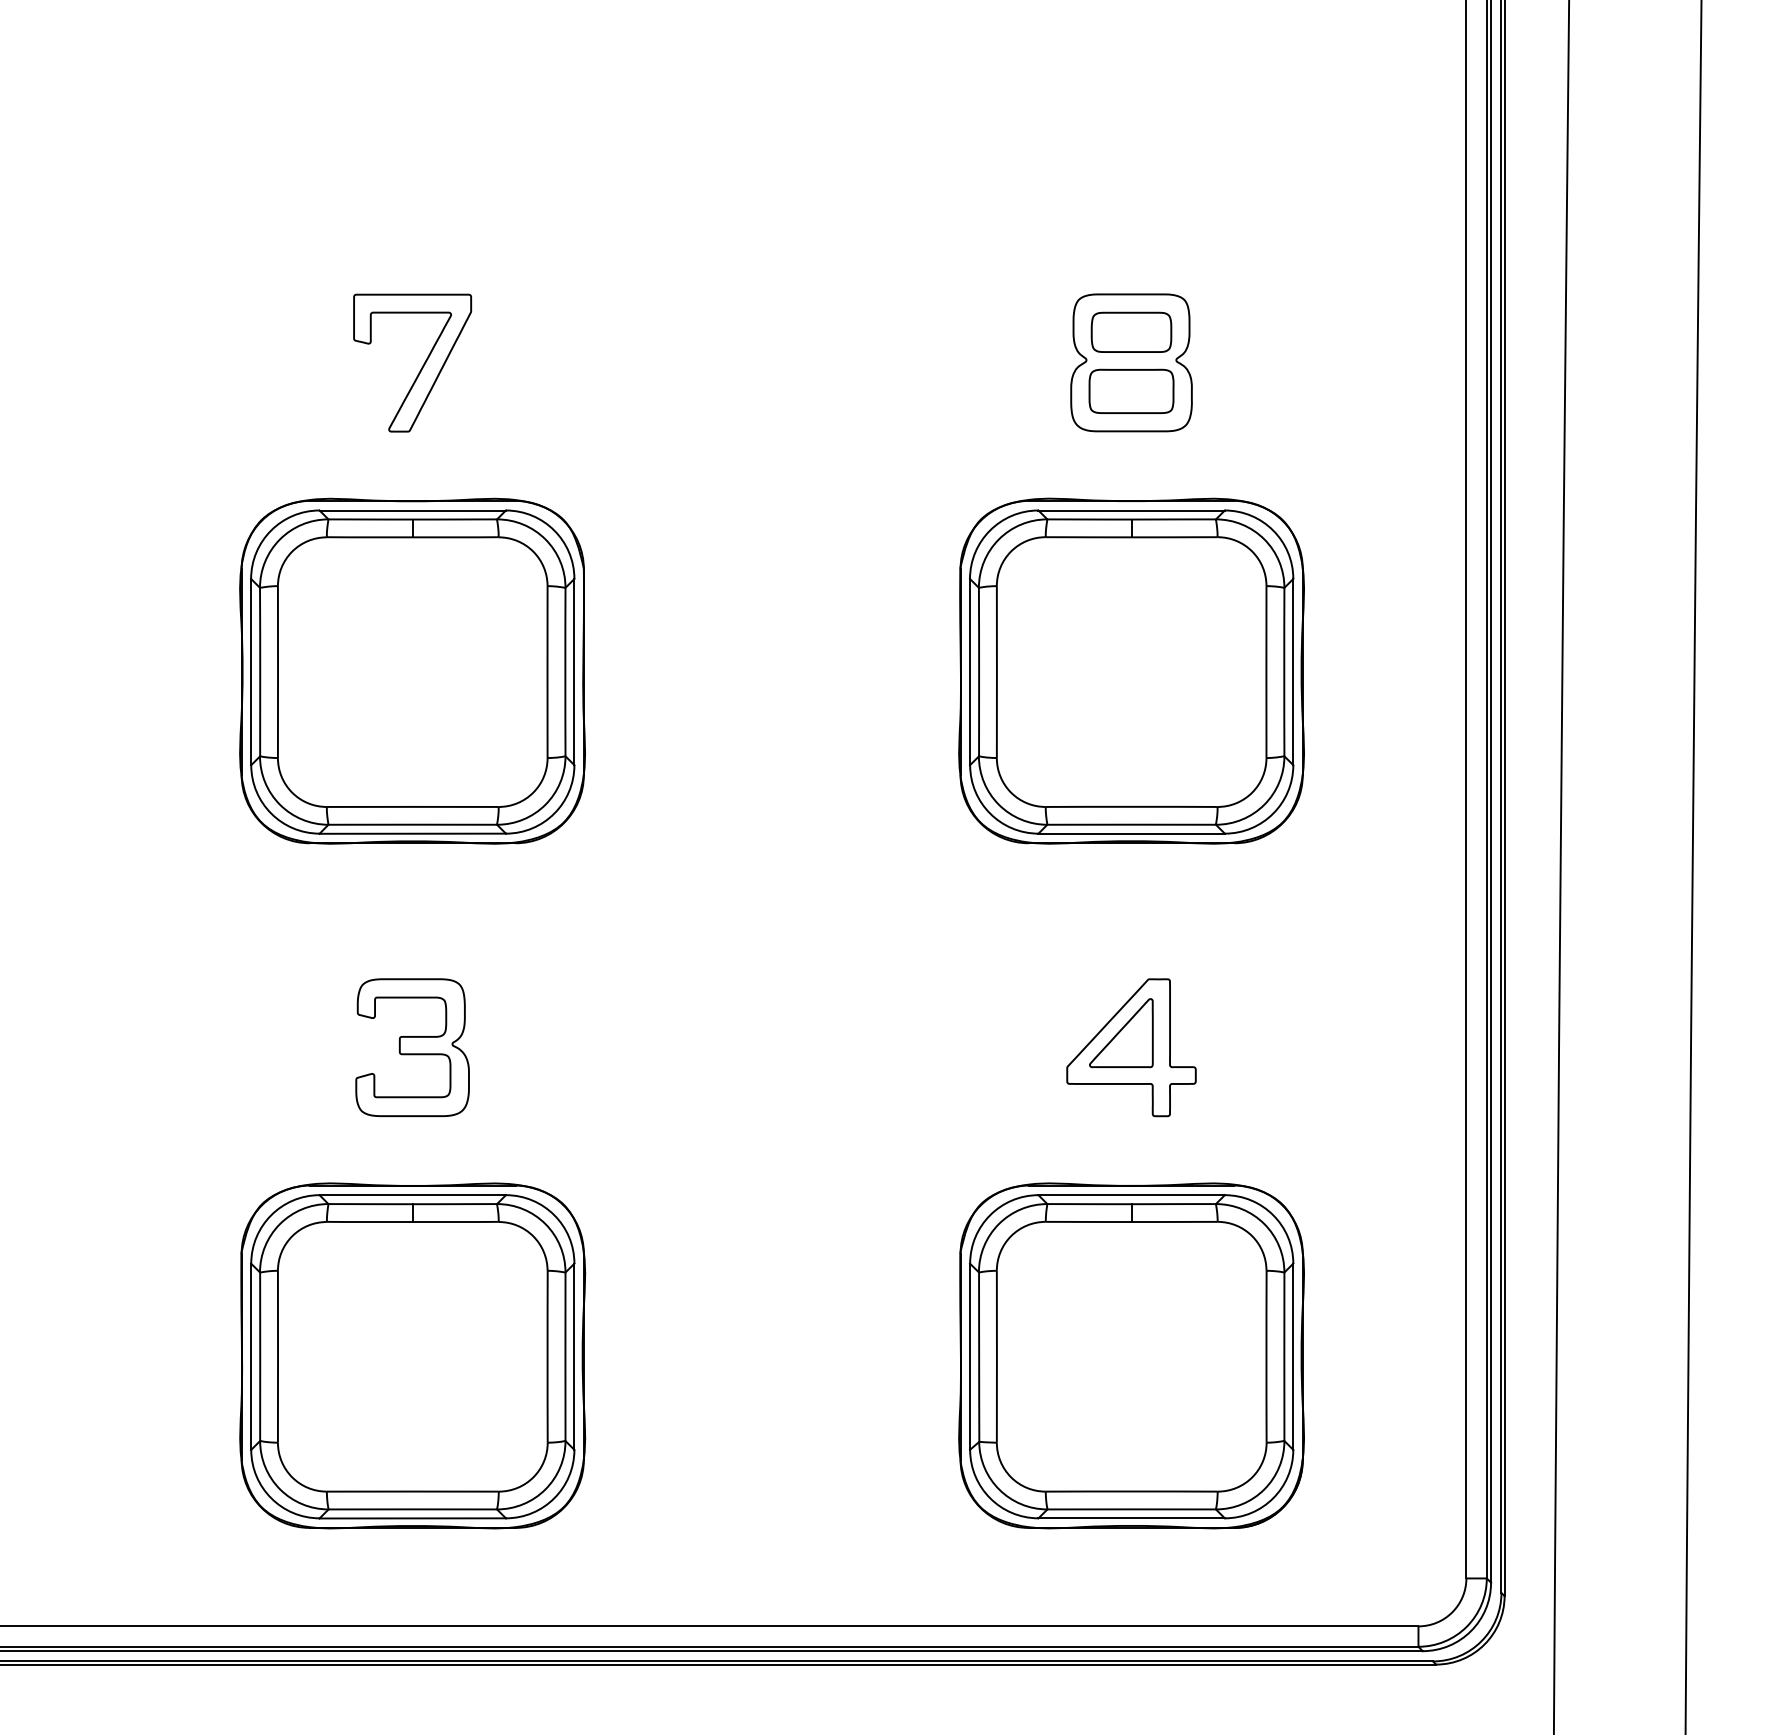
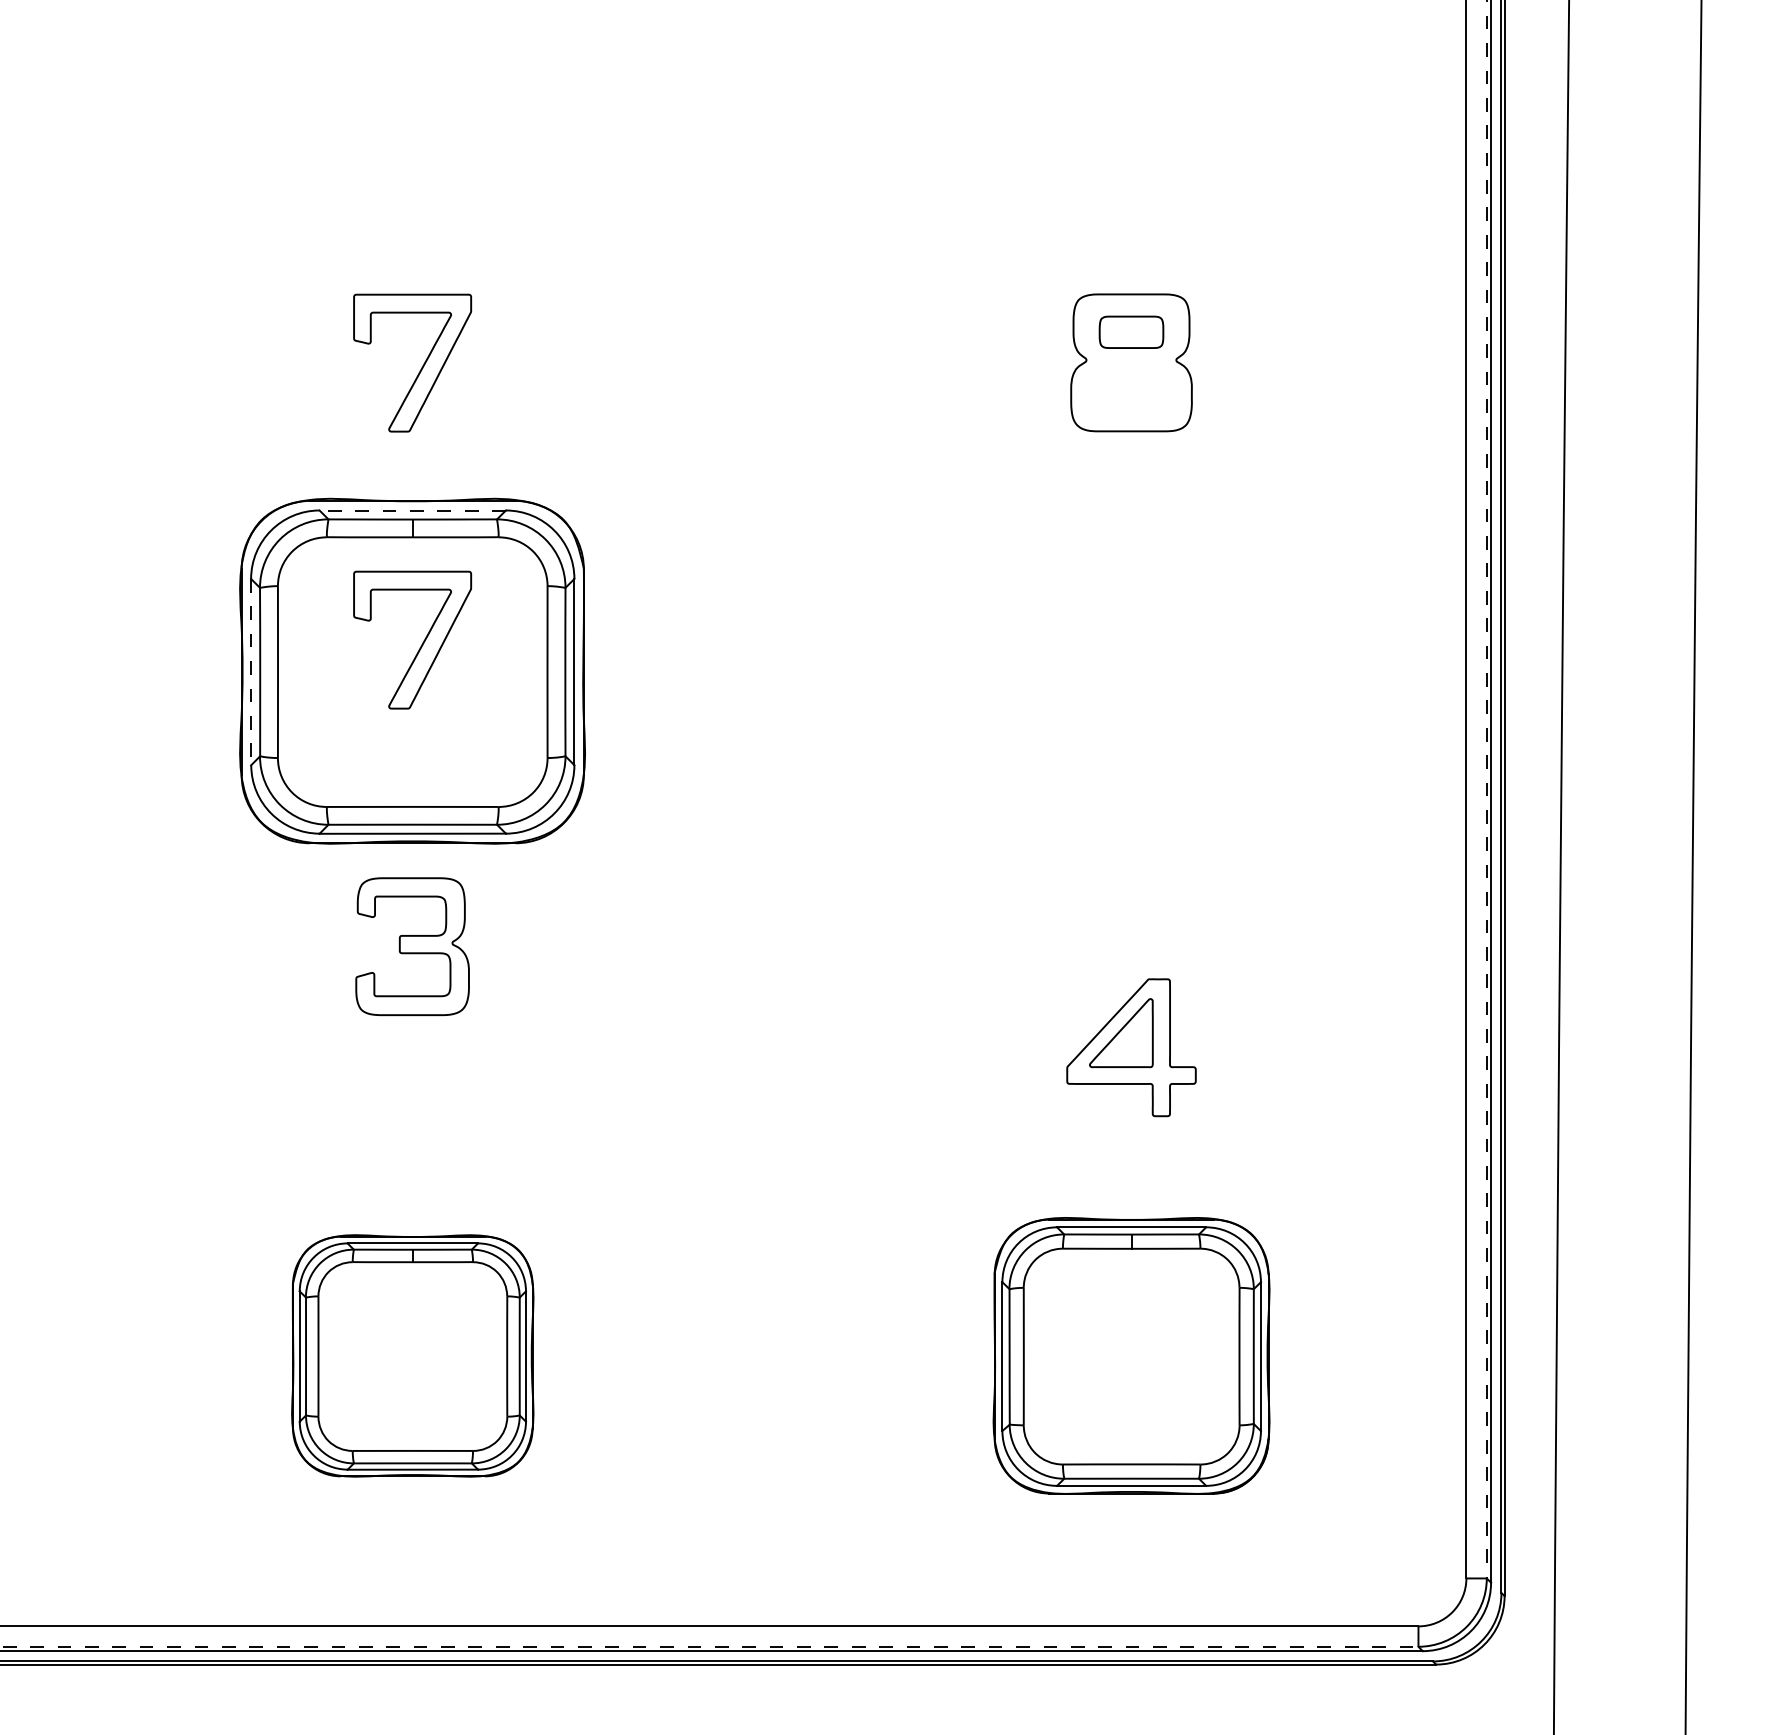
part at (1131, 331) size: 83x42 px -> 67x34 px
part at (1131, 390): present -> none
line at (412, 510): solid -> dashed
part at (421, 644): none -> present
part at (1131, 670): present -> none
line at (251, 672): solid -> dashed
line at (1486, 789): solid -> dashed
part at (412, 1047) position: (412, 1047) -> (412, 946)
part at (412, 1355) size: 348x348 px -> 244x244 px
part at (1131, 1355) size: 347x348 px -> 279x278 px
line at (709, 1646): solid -> dashed
